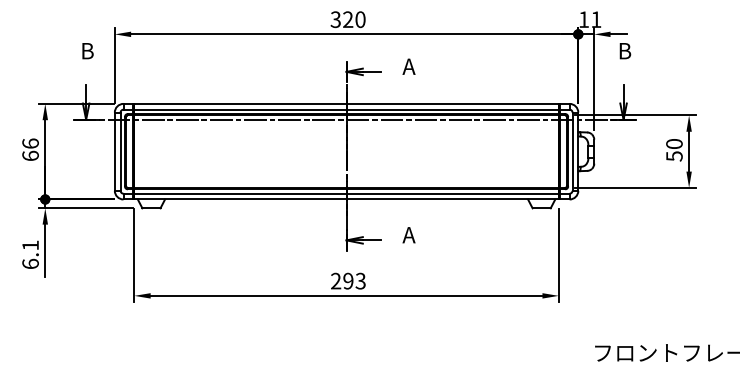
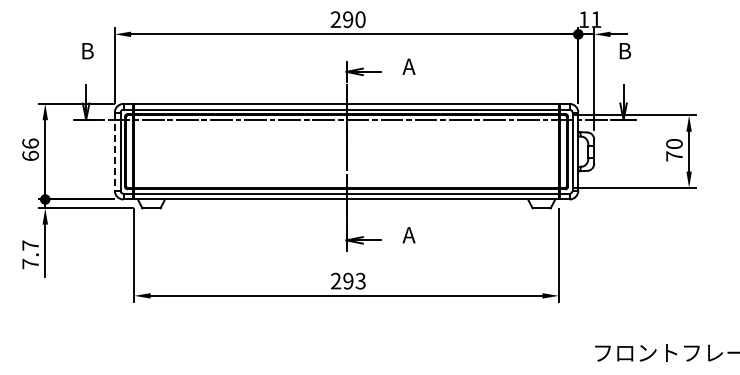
text at (341, 20): 320 -> 290
line at (114, 152): solid -> dashed
text at (674, 156): 50 -> 70
text at (30, 254): 6.1 -> 7.7
